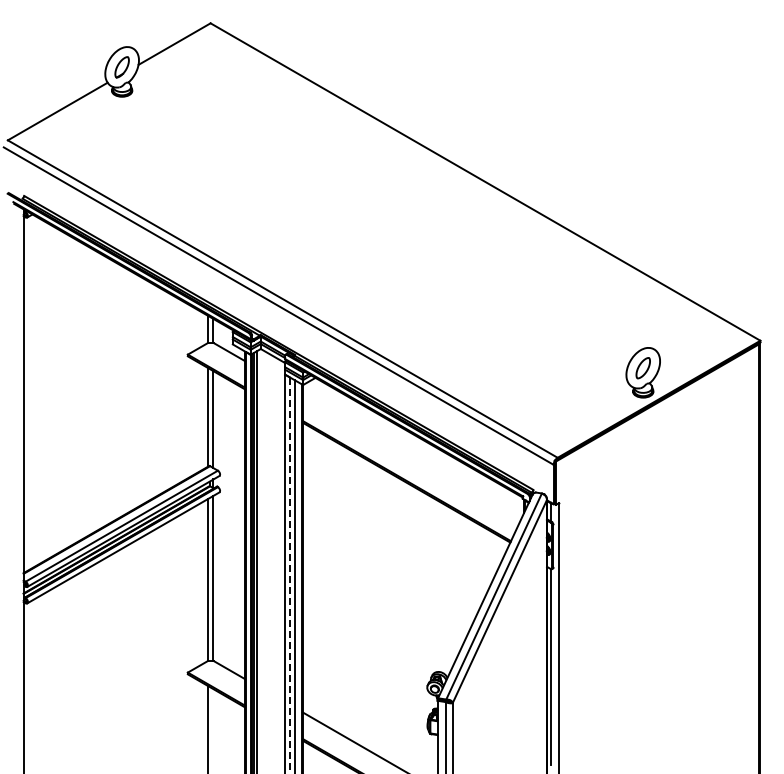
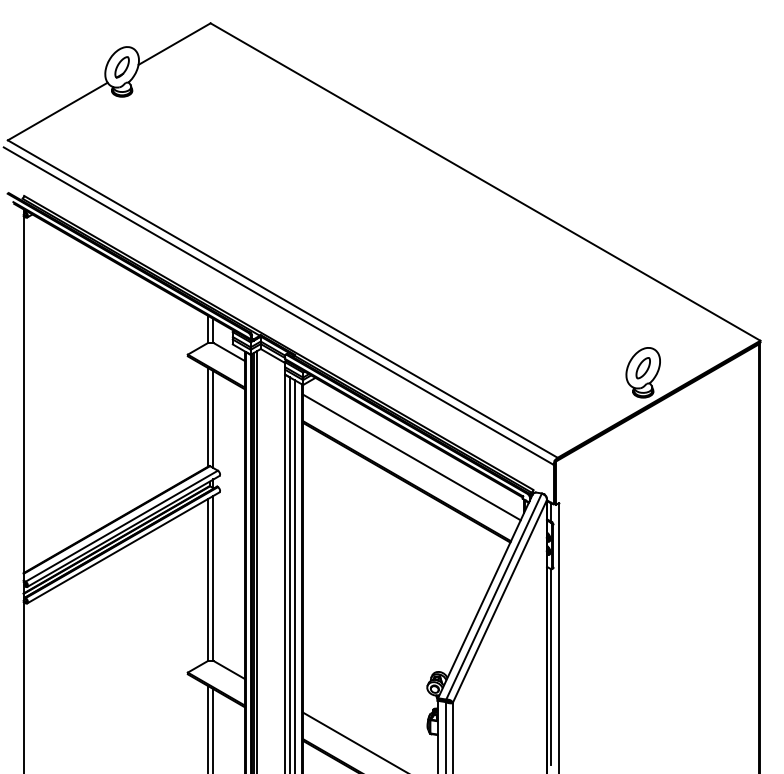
line at (411, 457): none -> present
line at (289, 575): dashed -> solid
line at (213, 729): none -> present
